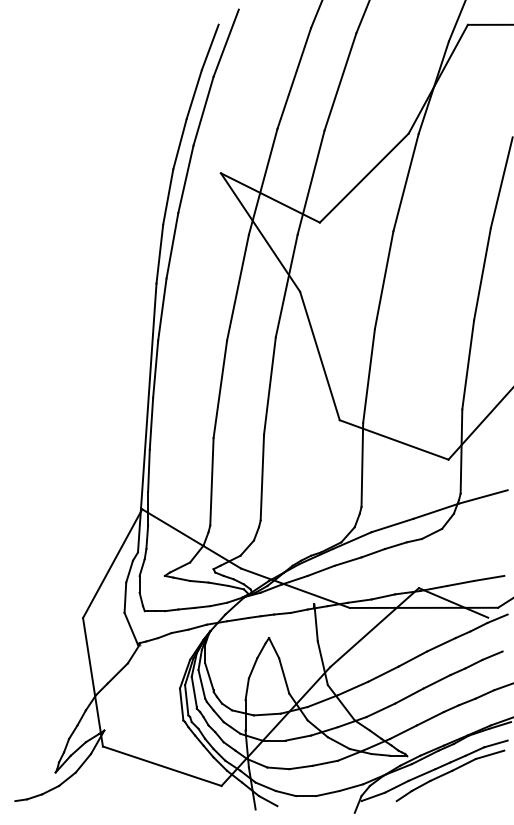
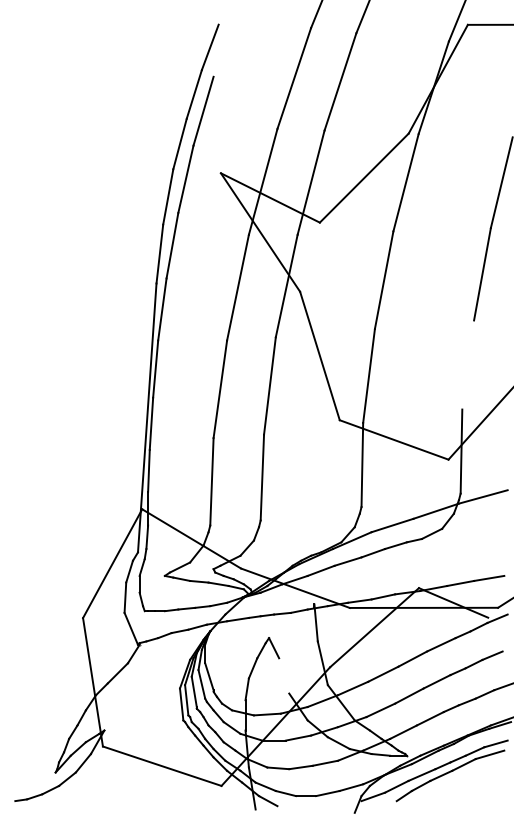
line at (225, 42): present -> none
line at (468, 364): present -> none
line at (284, 675): present -> none
